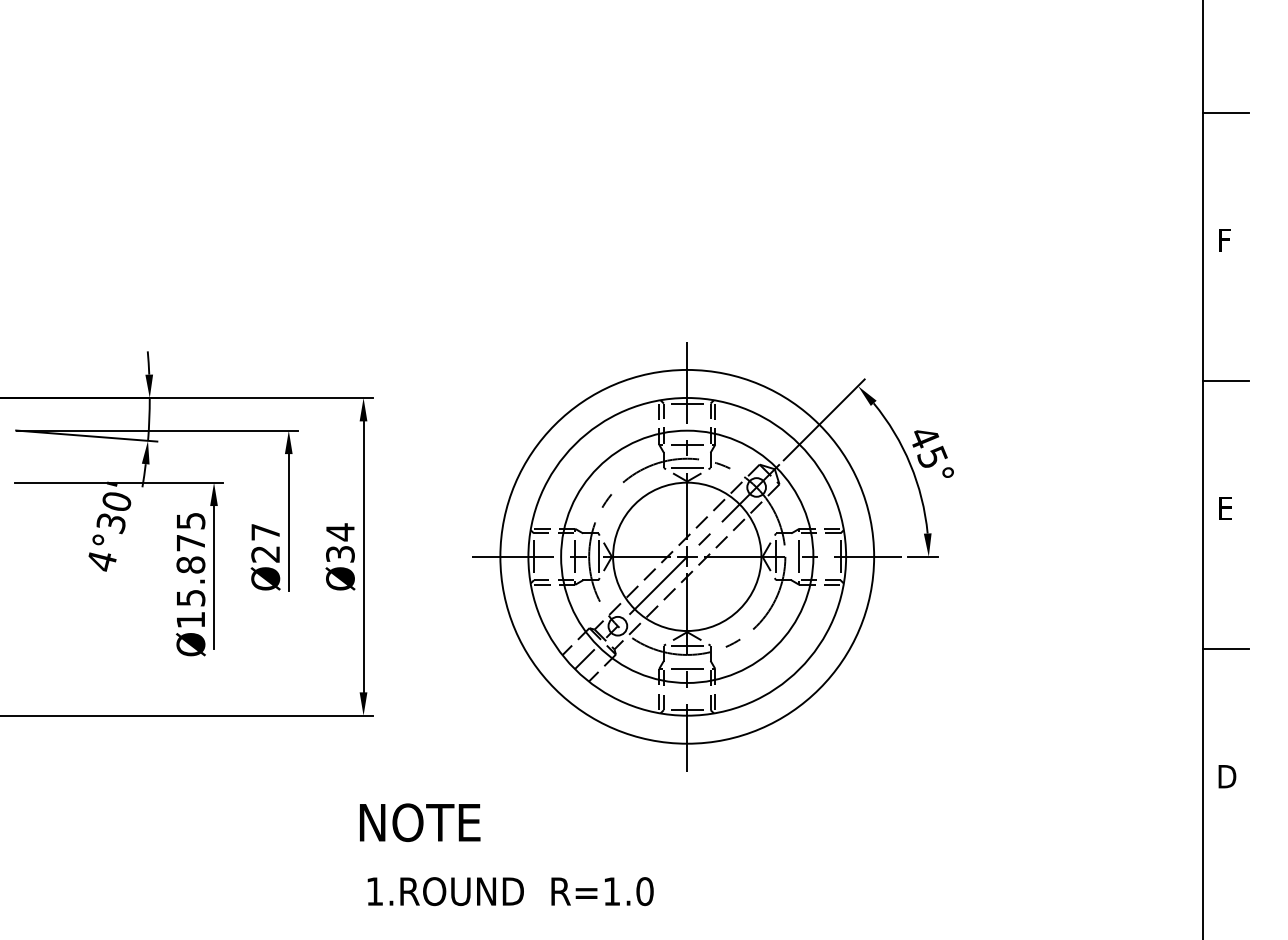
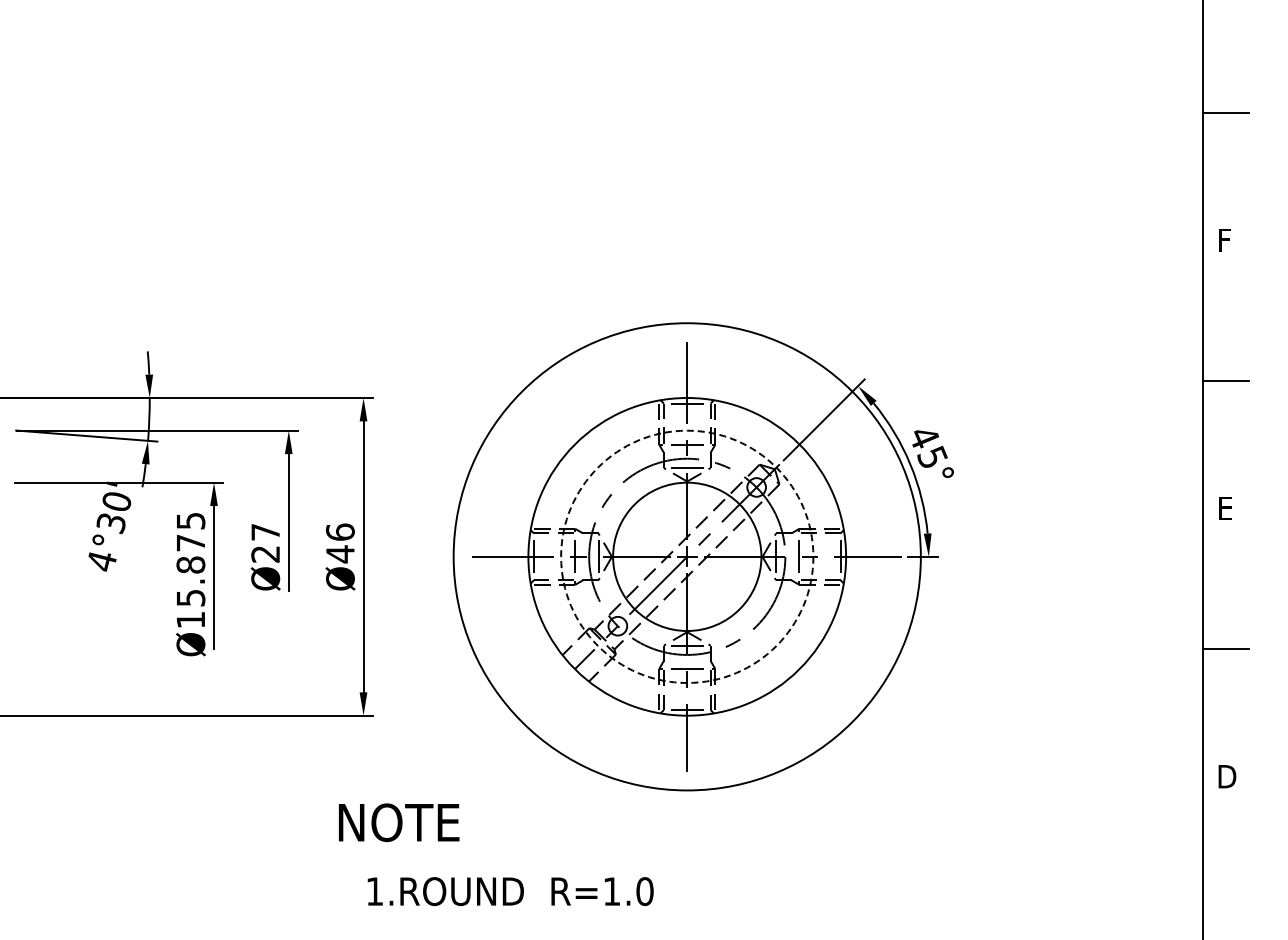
text at (340, 543): Ø34 -> Ø46
circle at (687, 556) diameter: 374 px -> 467 px
circle at (687, 556): solid -> dashed
text at (420, 822) position: (420, 822) -> (399, 822)
